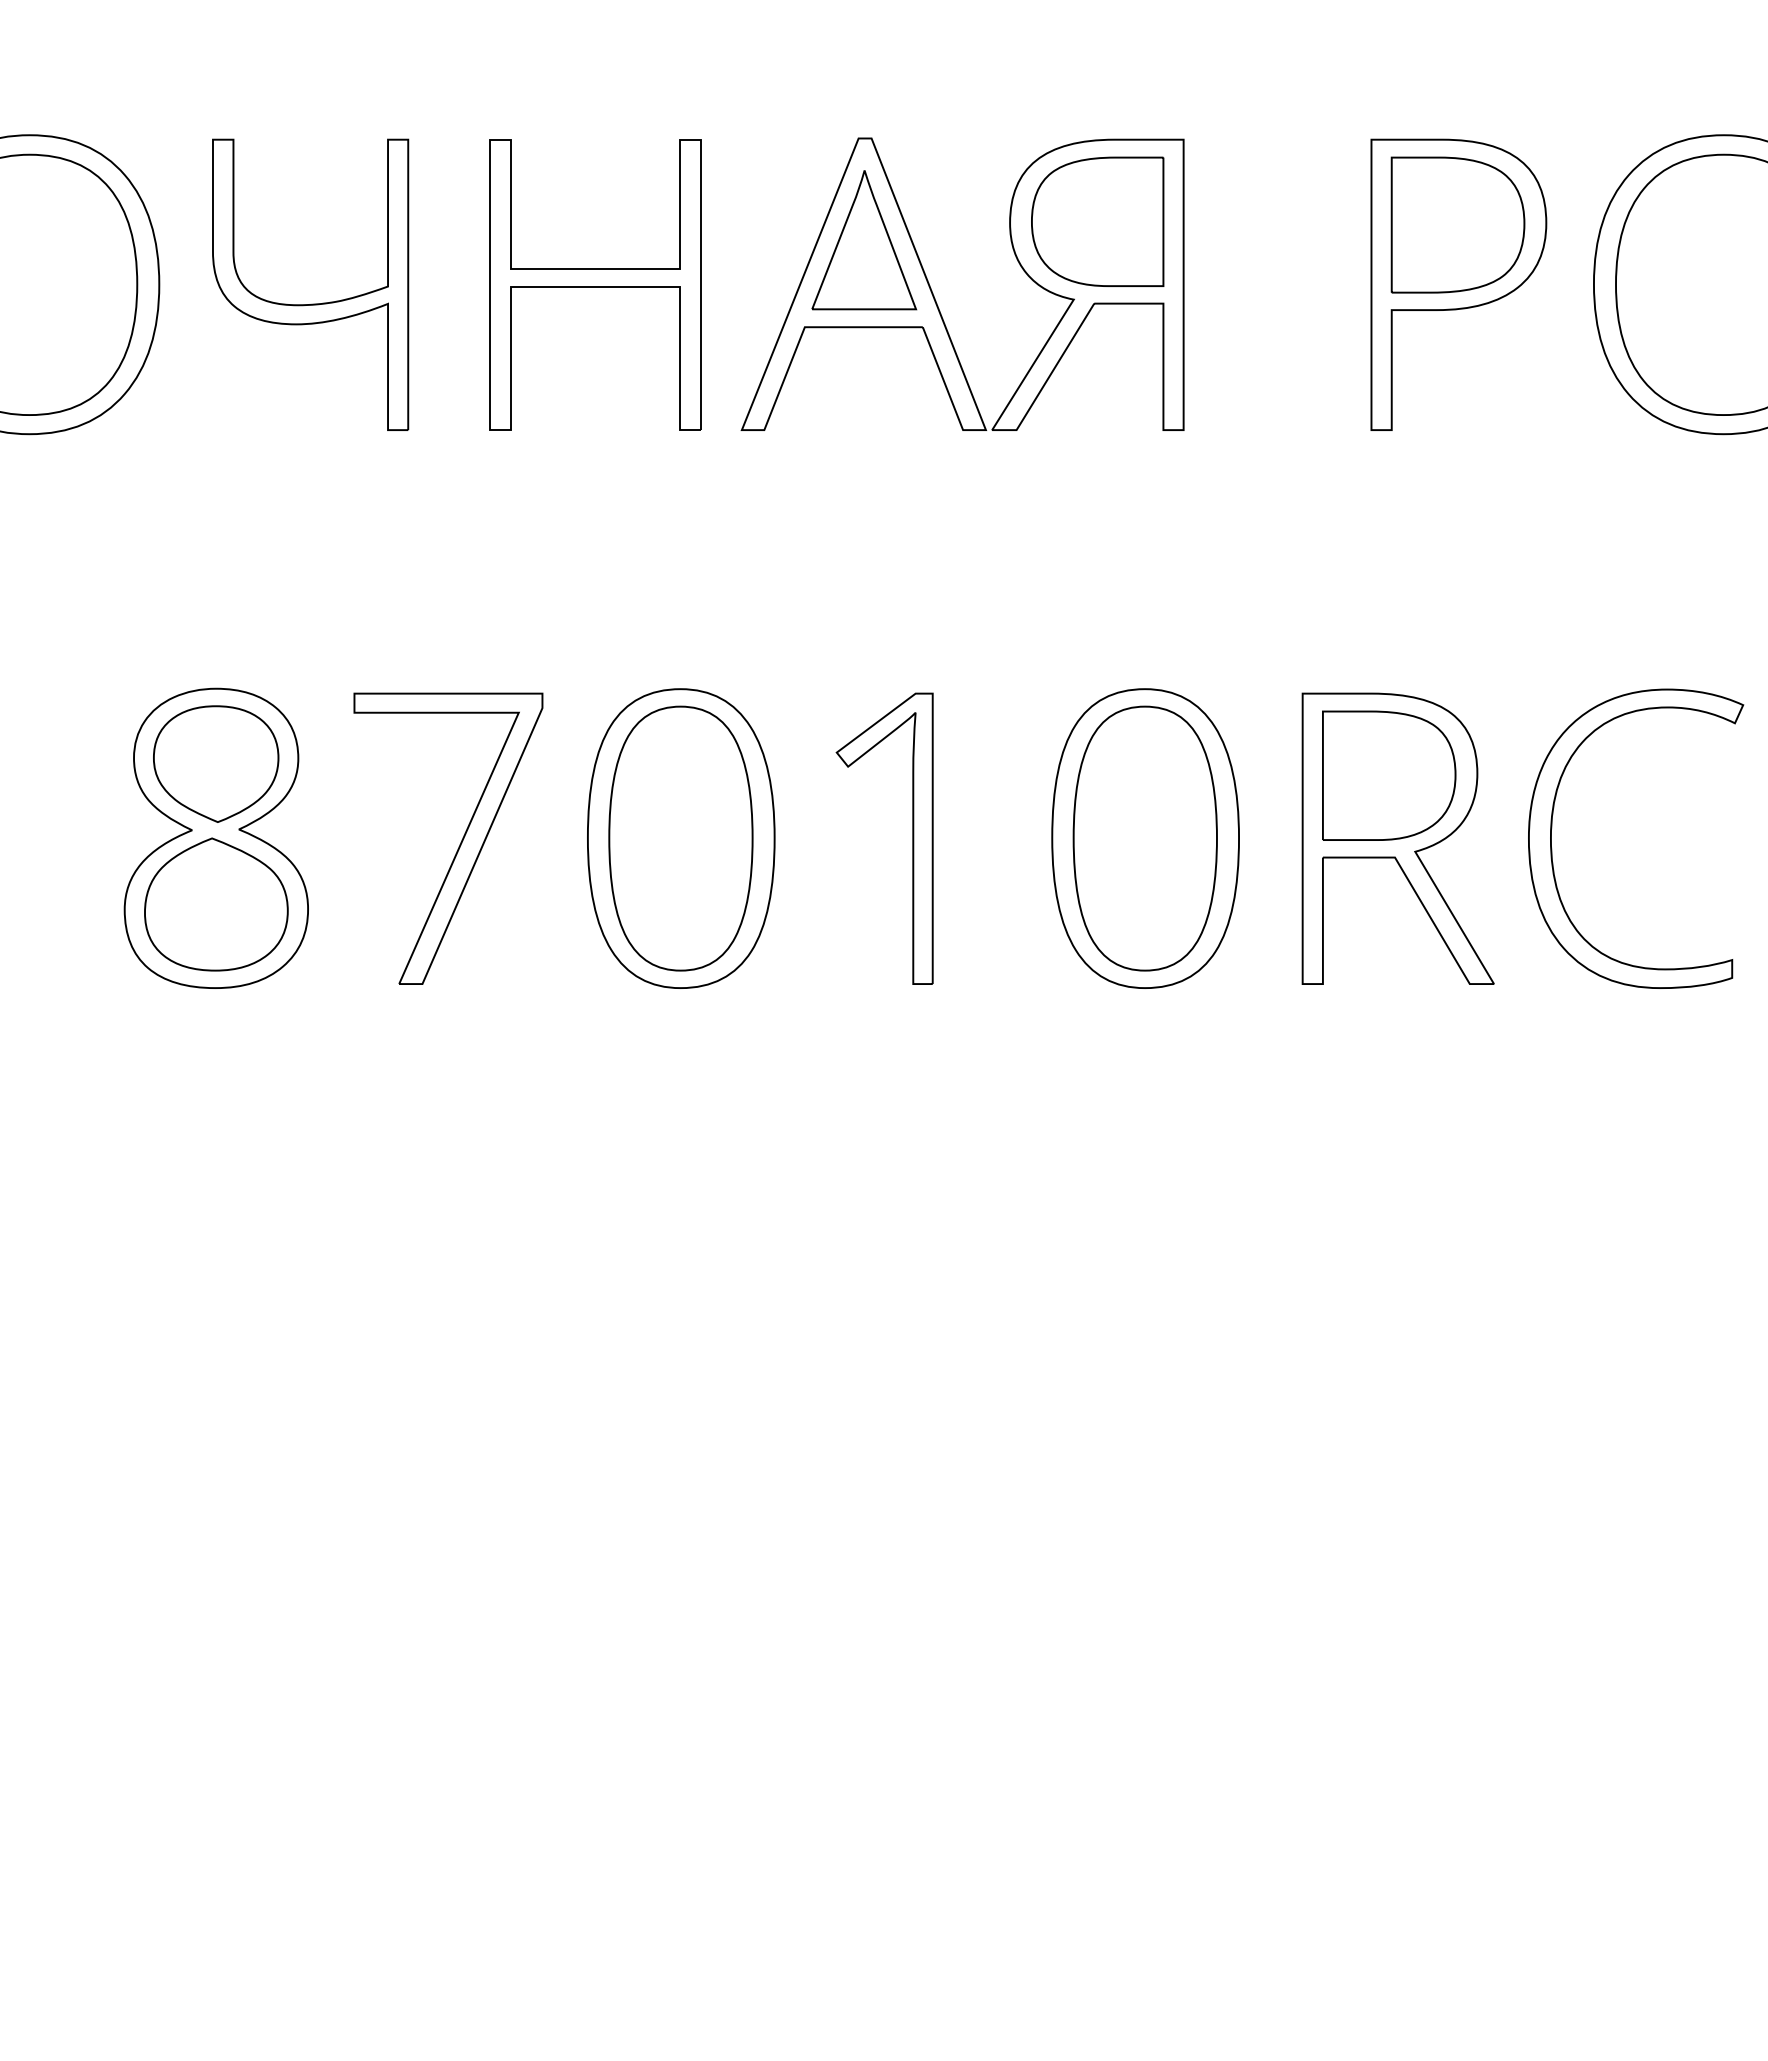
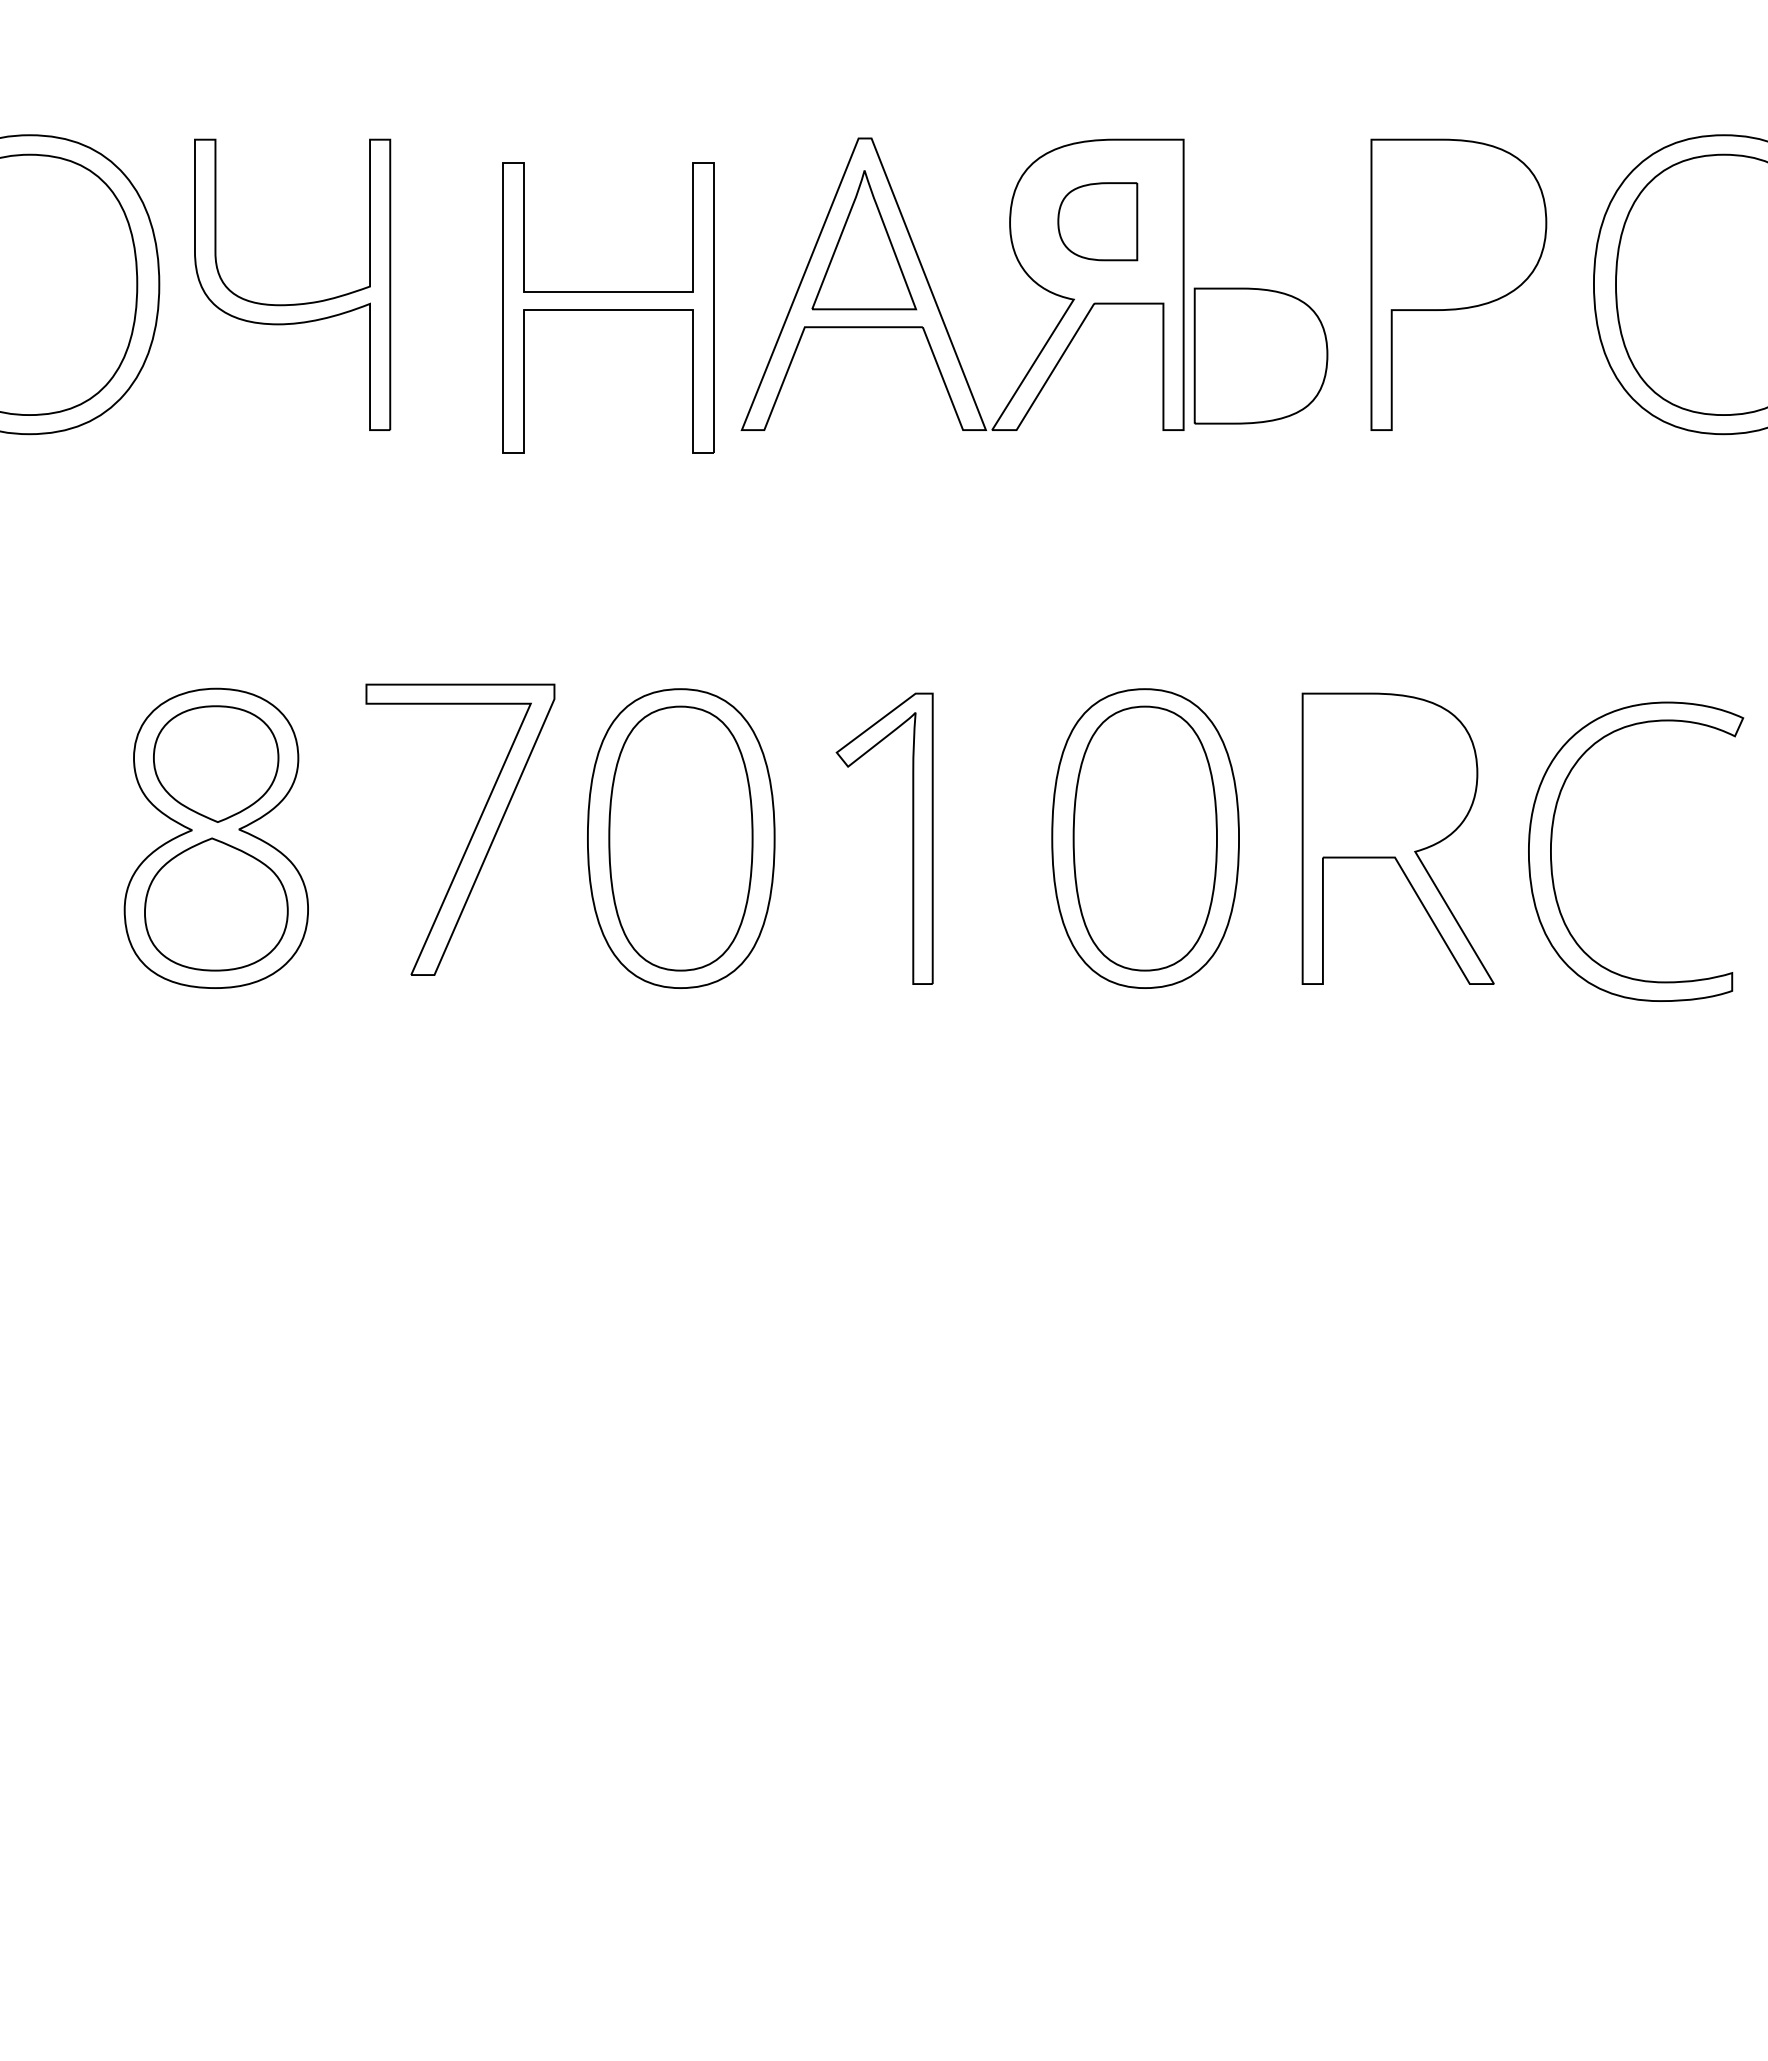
part at (1097, 221) size: 134x131 px -> 82x80 px
part at (1457, 224) position: (1457, 224) -> (1260, 355)
part at (595, 284) position: (595, 284) -> (608, 307)
part at (311, 303) position: (311, 303) -> (293, 303)
part at (1389, 775): present -> none
part at (1552, 828) position: (1552, 828) -> (1552, 841)
part at (459, 844) position: (459, 844) -> (471, 835)
